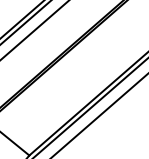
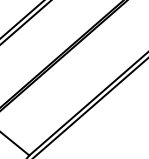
line at (34, 30): present -> none
line at (99, 115): present -> none
